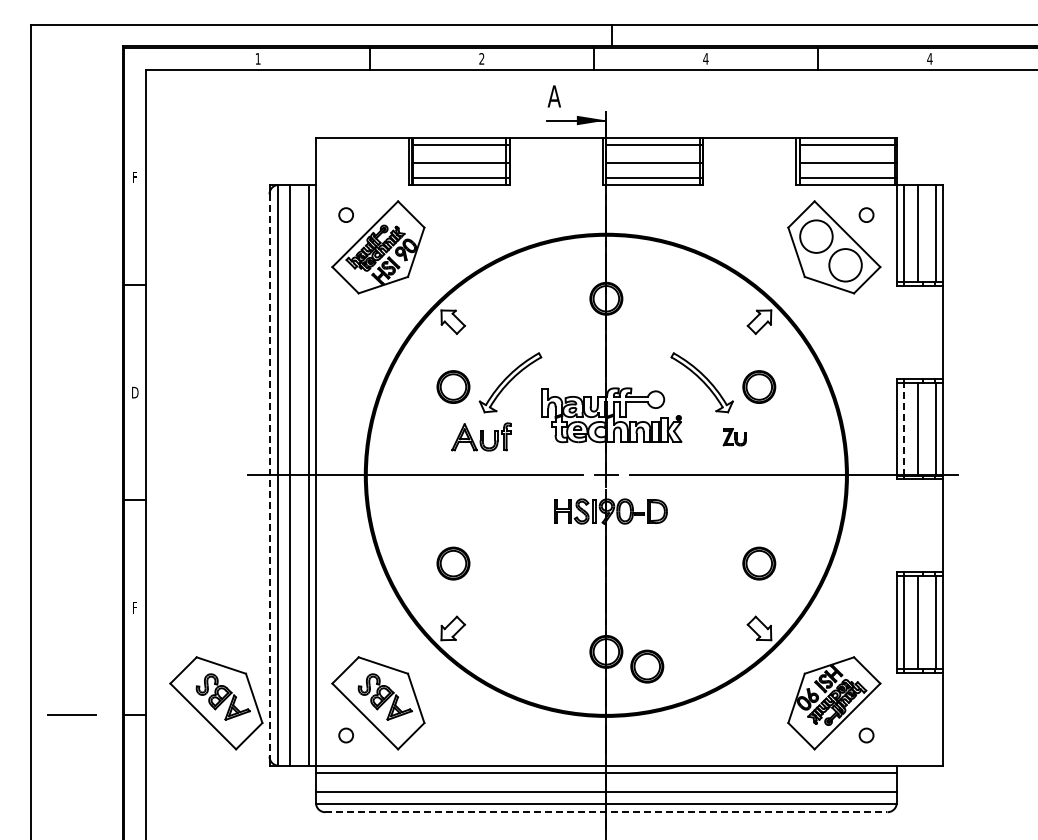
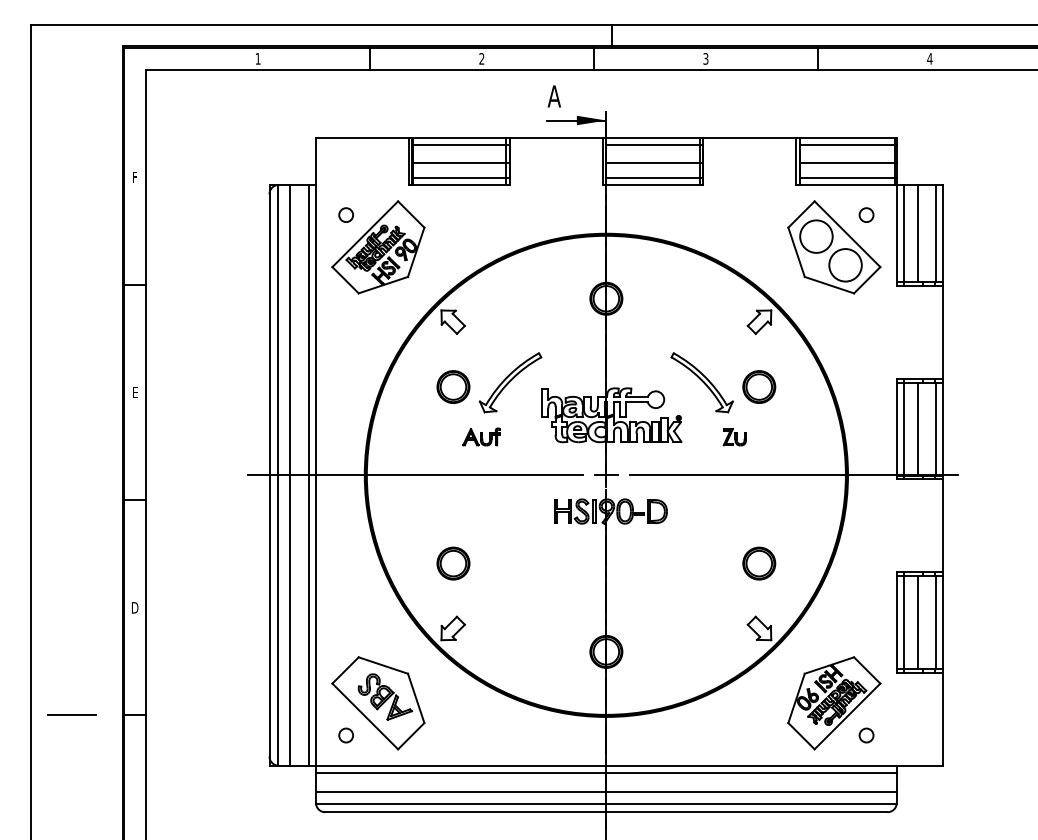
text at (705, 58): 4 -> 3
text at (135, 392): D -> E
line at (903, 429): dashed -> solid
part at (481, 436) size: 61x30 px -> 39x20 px
line at (269, 475): dashed -> solid
text at (134, 607): F -> D
part at (647, 666): present -> none
part at (216, 703): present -> none
line at (606, 812): dashed -> solid
